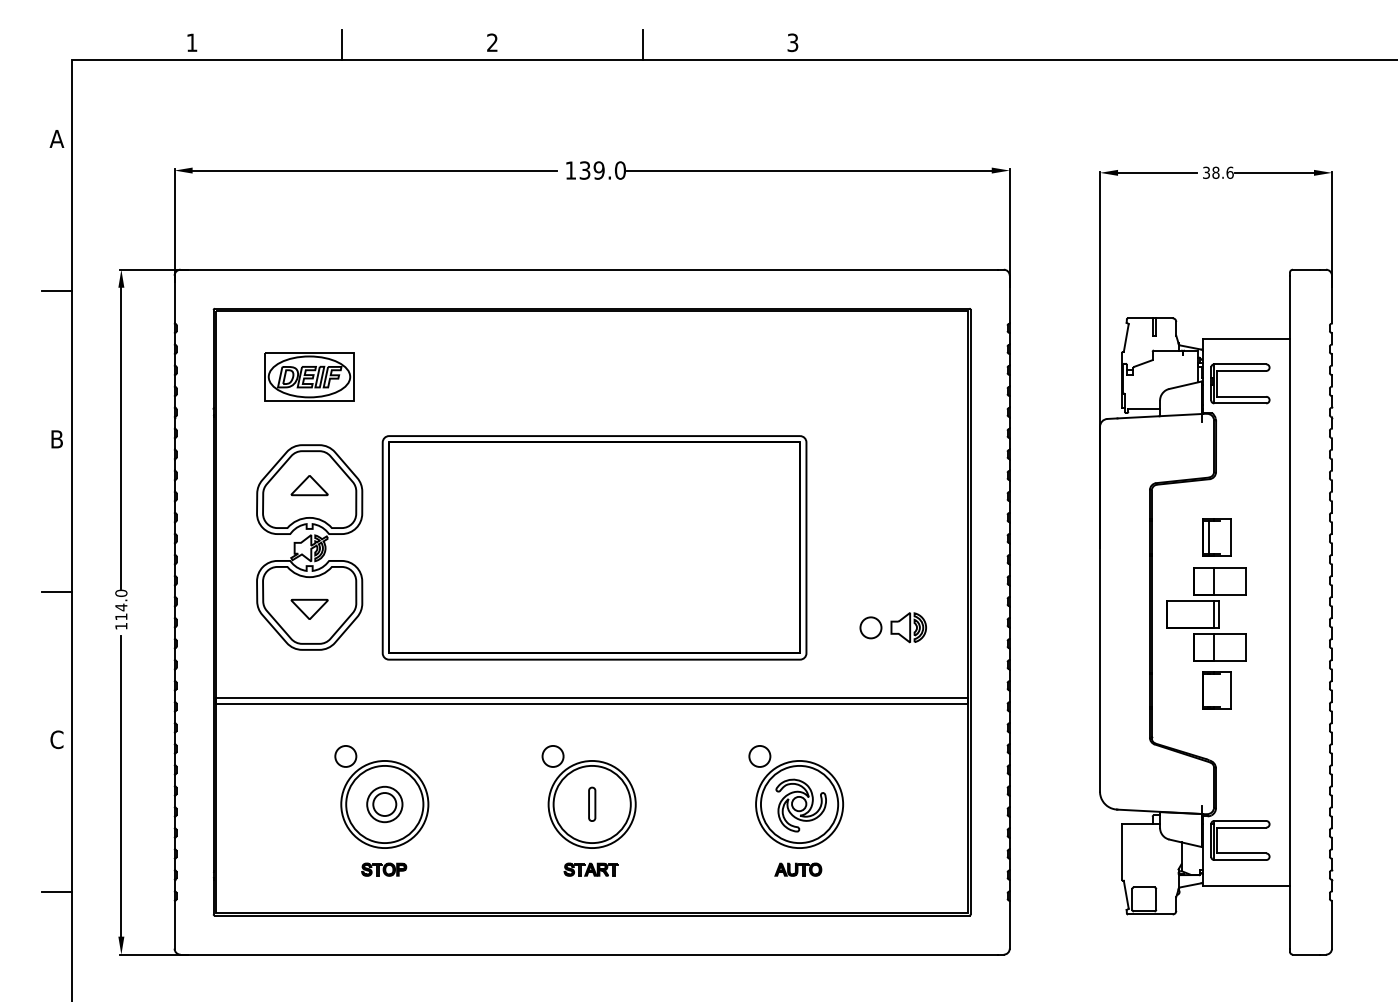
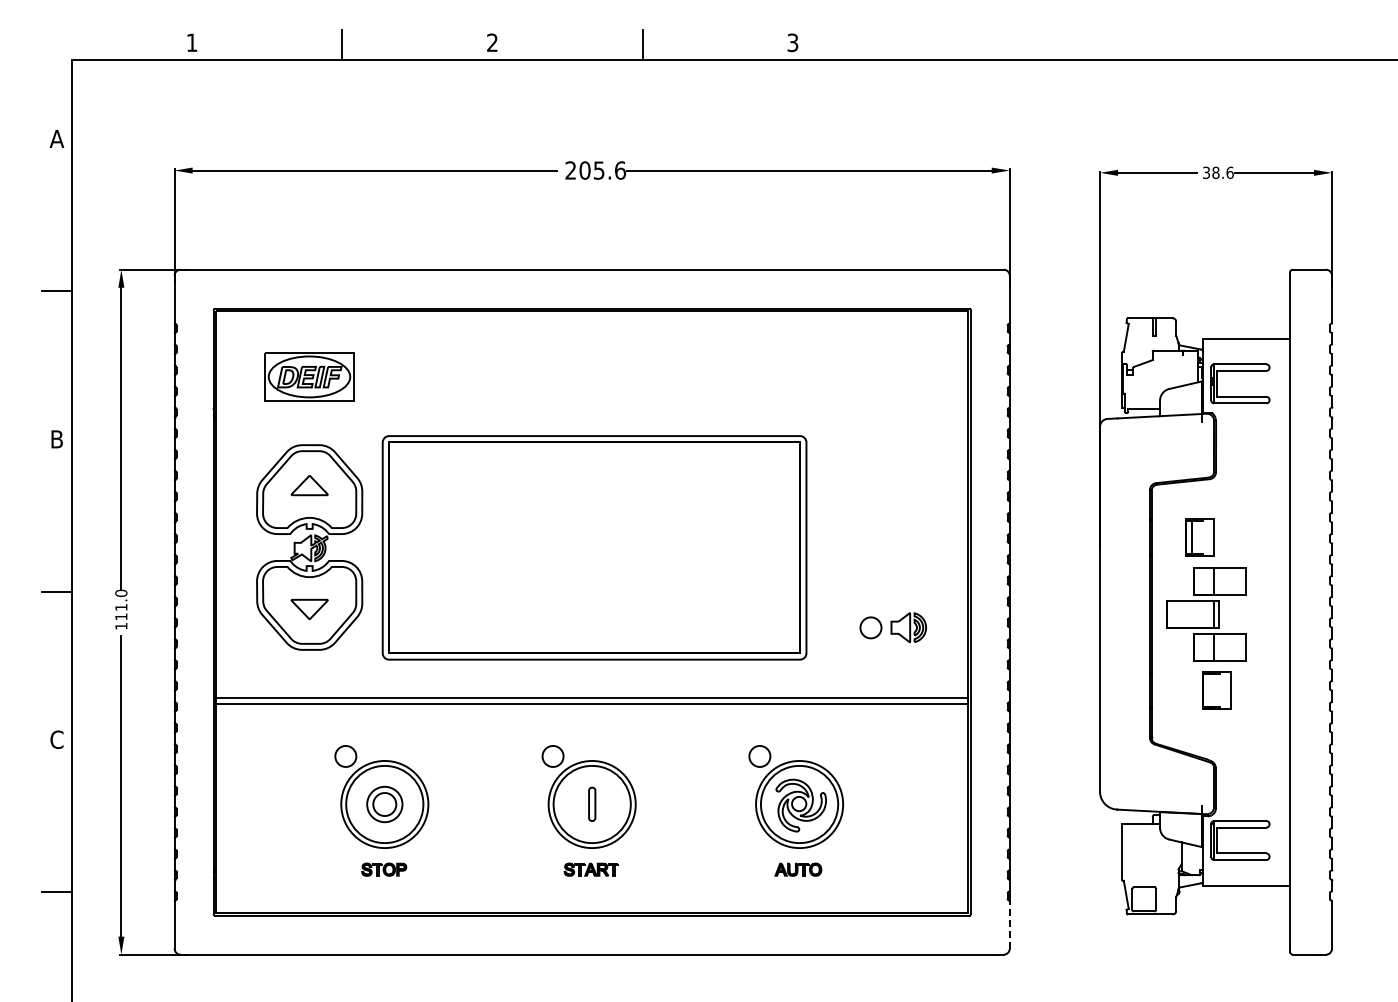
text at (595, 170): 139.0 -> 205.6
part at (1216, 537) position: (1216, 537) -> (1199, 537)
text at (121, 607): 114.0 -> 111.0
line at (1009, 924): solid -> dashed
